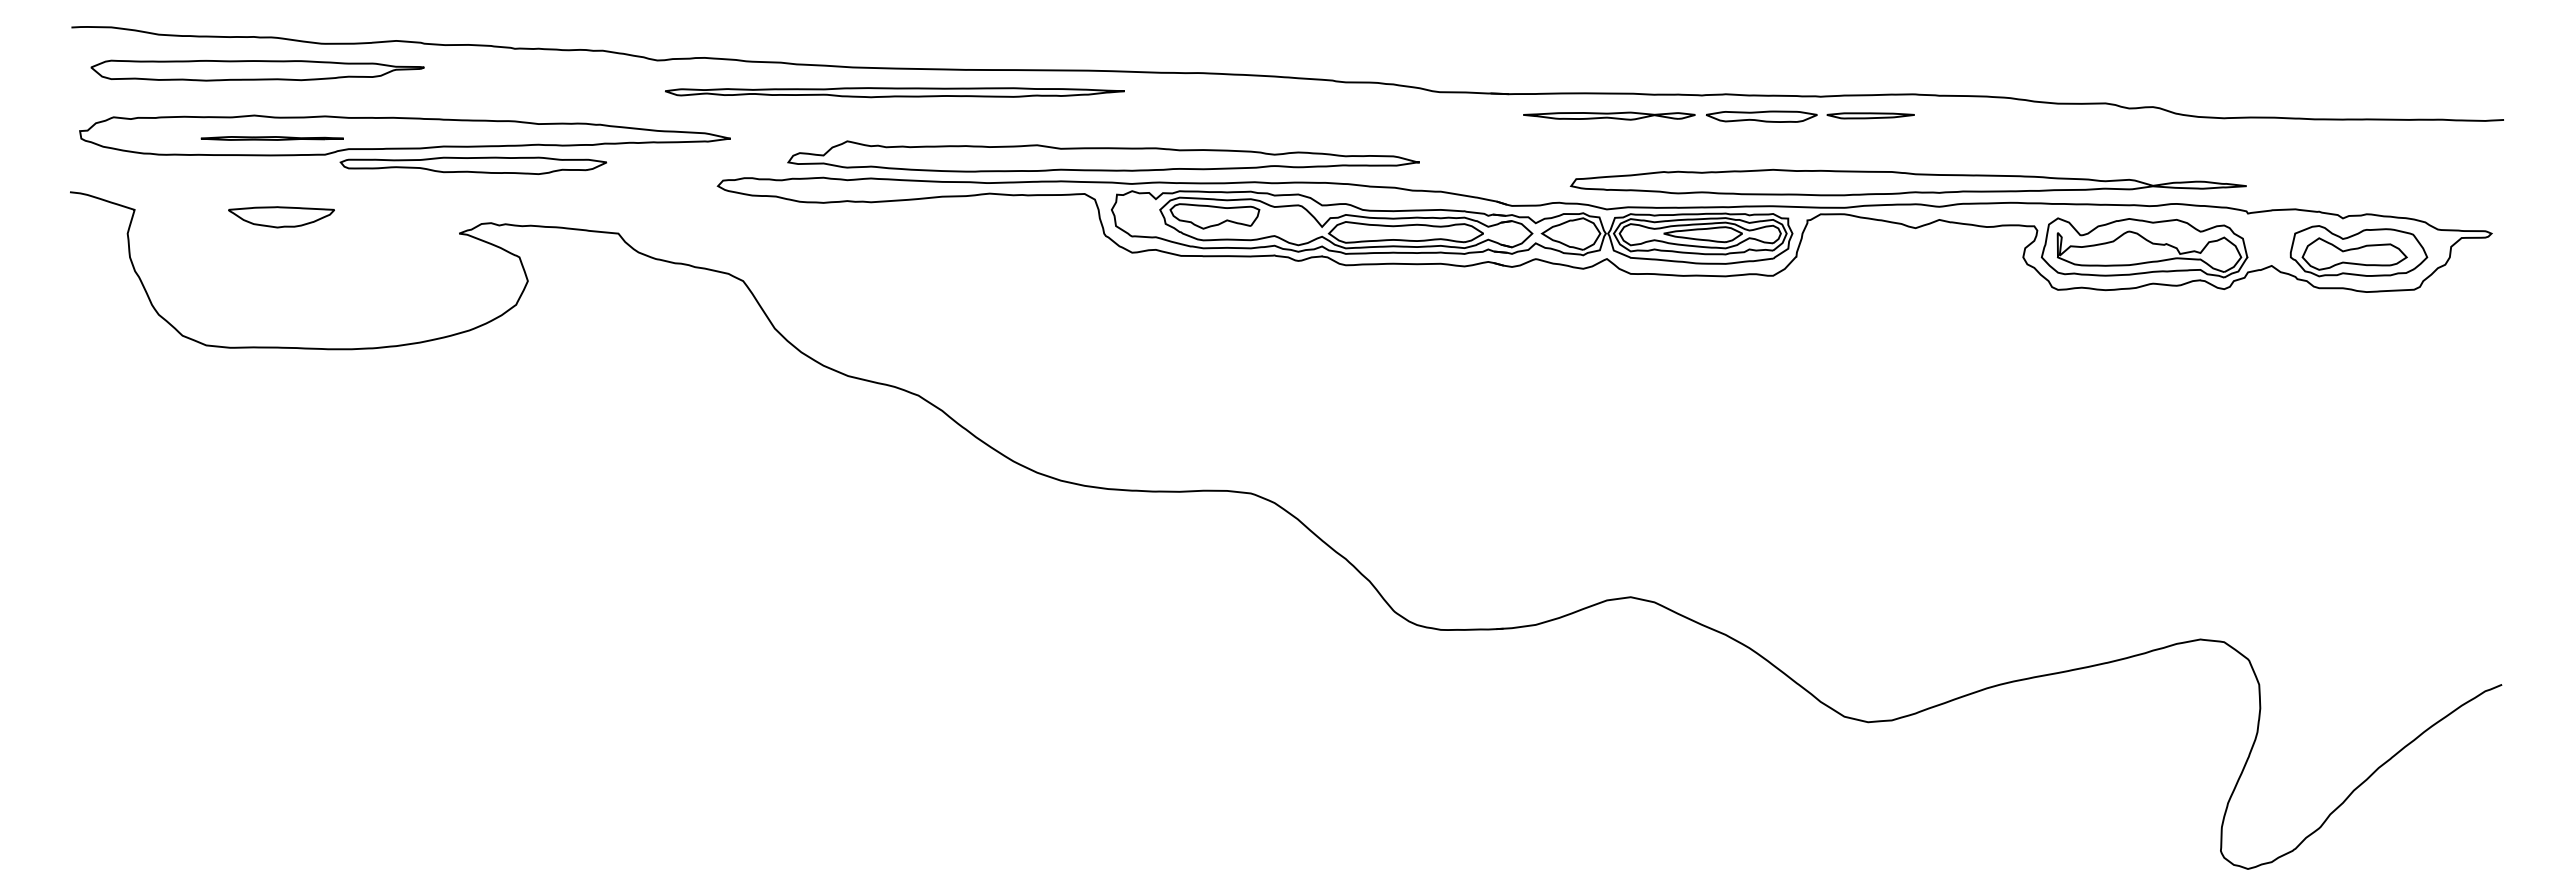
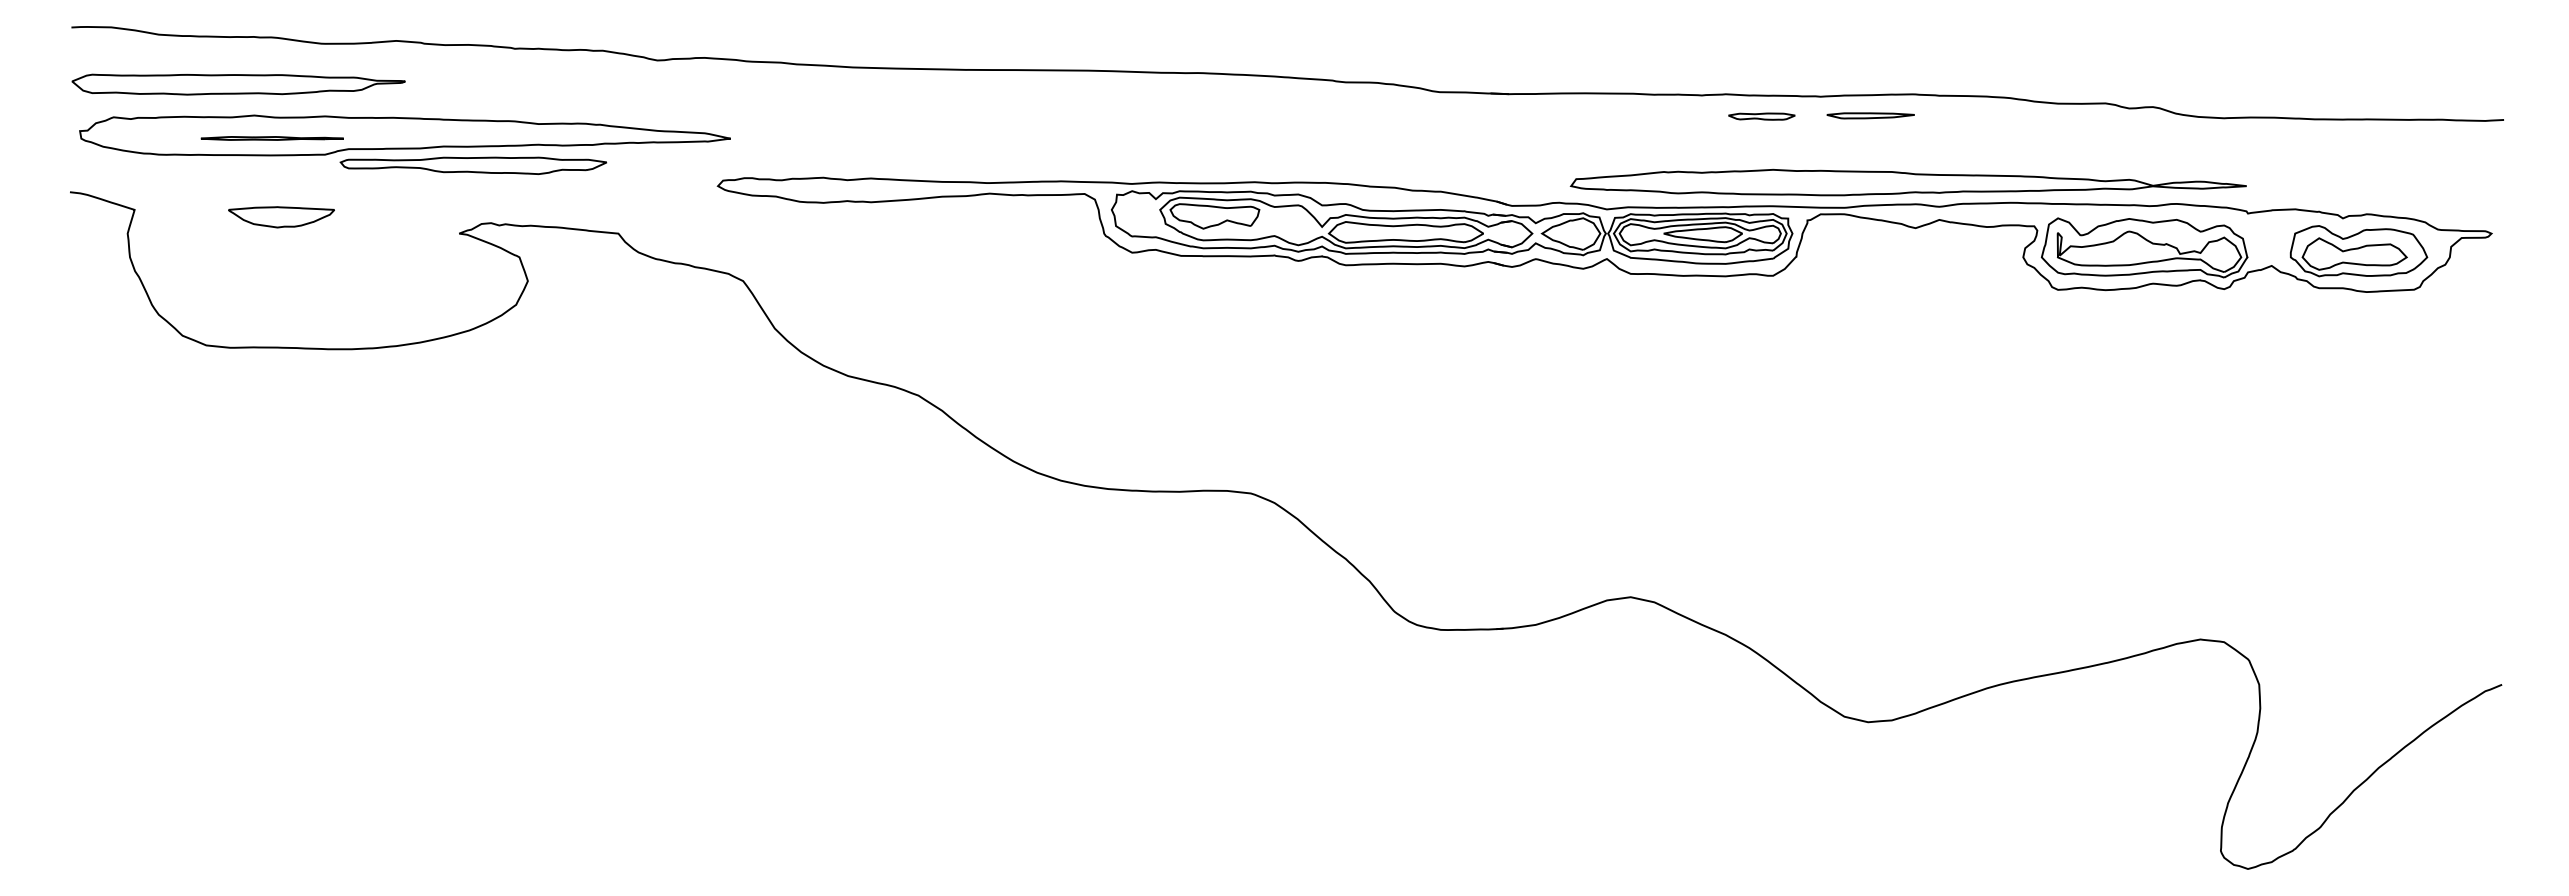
part at (257, 70) position: (257, 70) -> (238, 84)
part at (894, 92): present -> none
part at (1609, 115): present -> none
part at (1761, 116) size: 112x13 px -> 68x9 px
part at (1103, 156): present -> none
